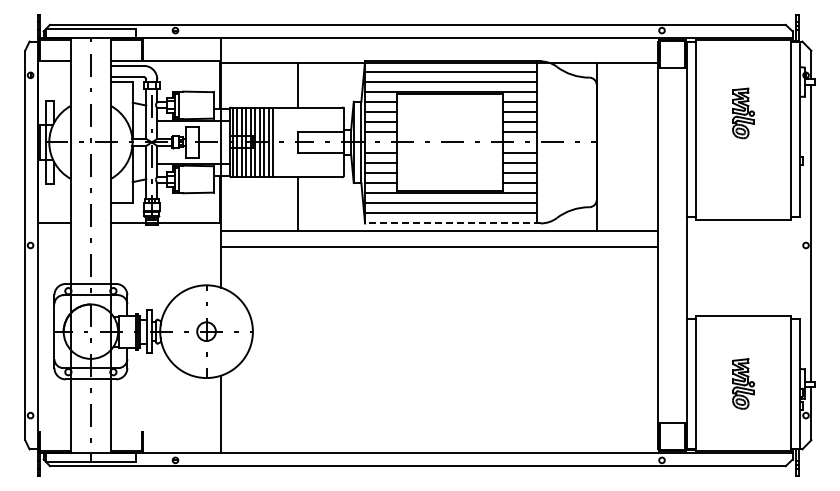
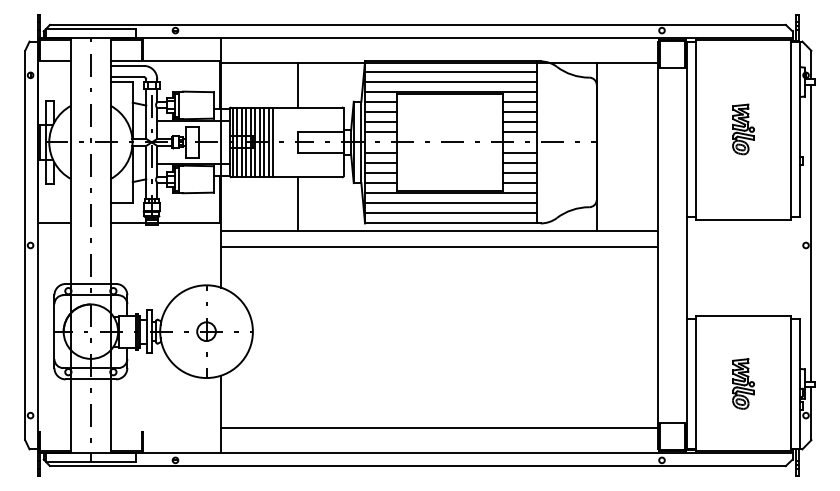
part at (743, 113) position: (743, 113) -> (743, 129)
line at (452, 223): dashed -> solid
line at (439, 427): none -> present
